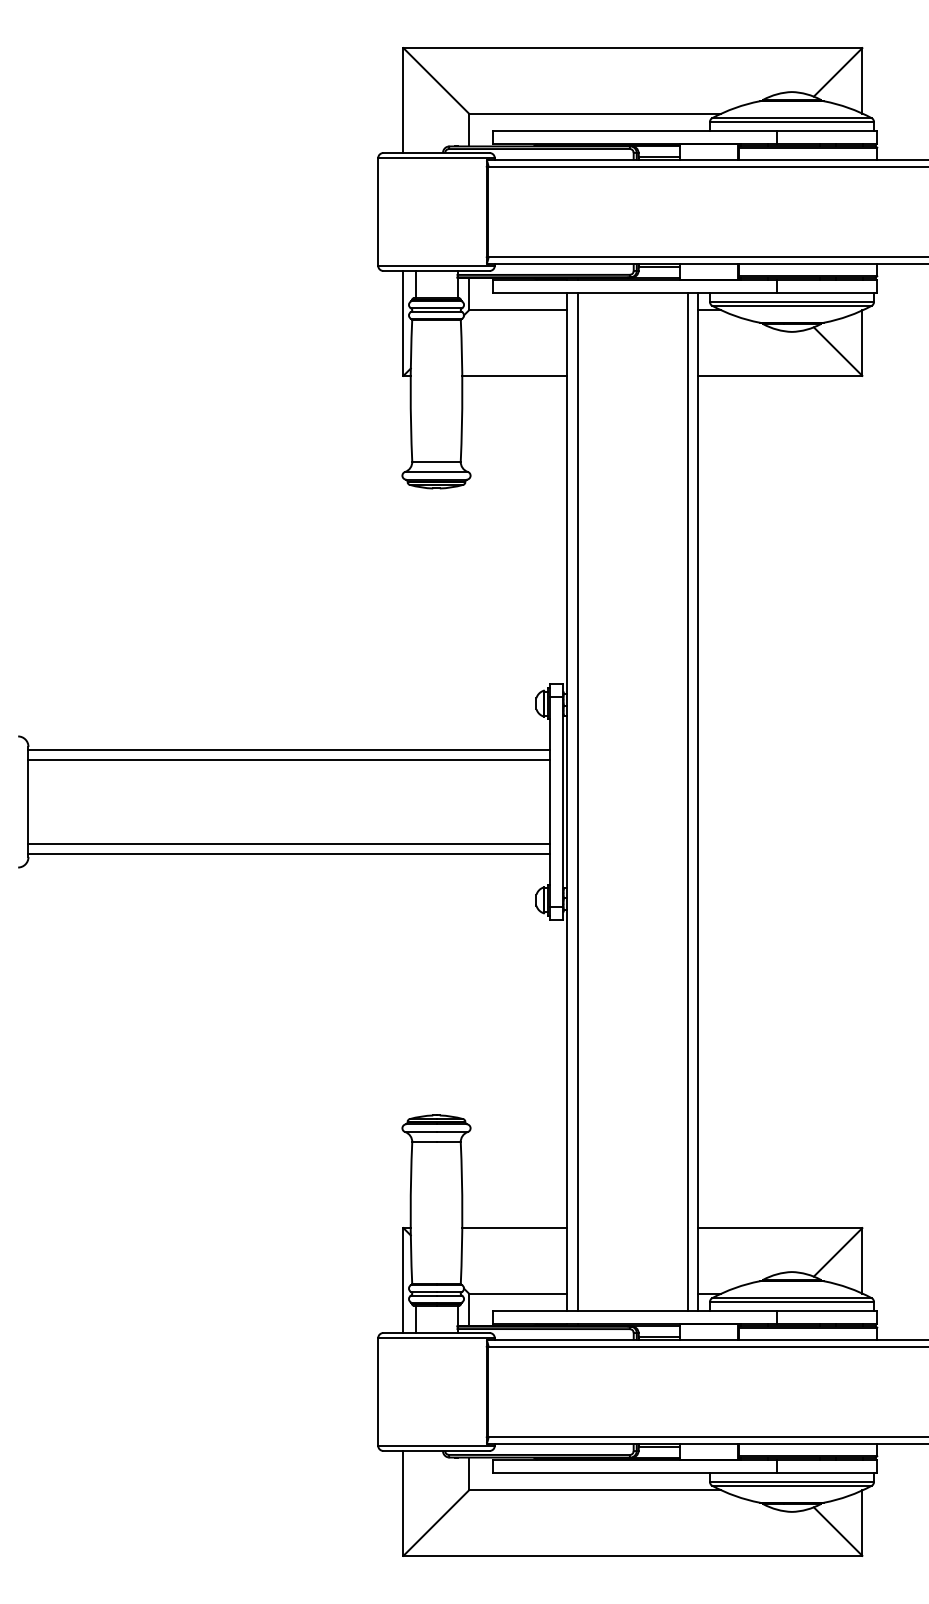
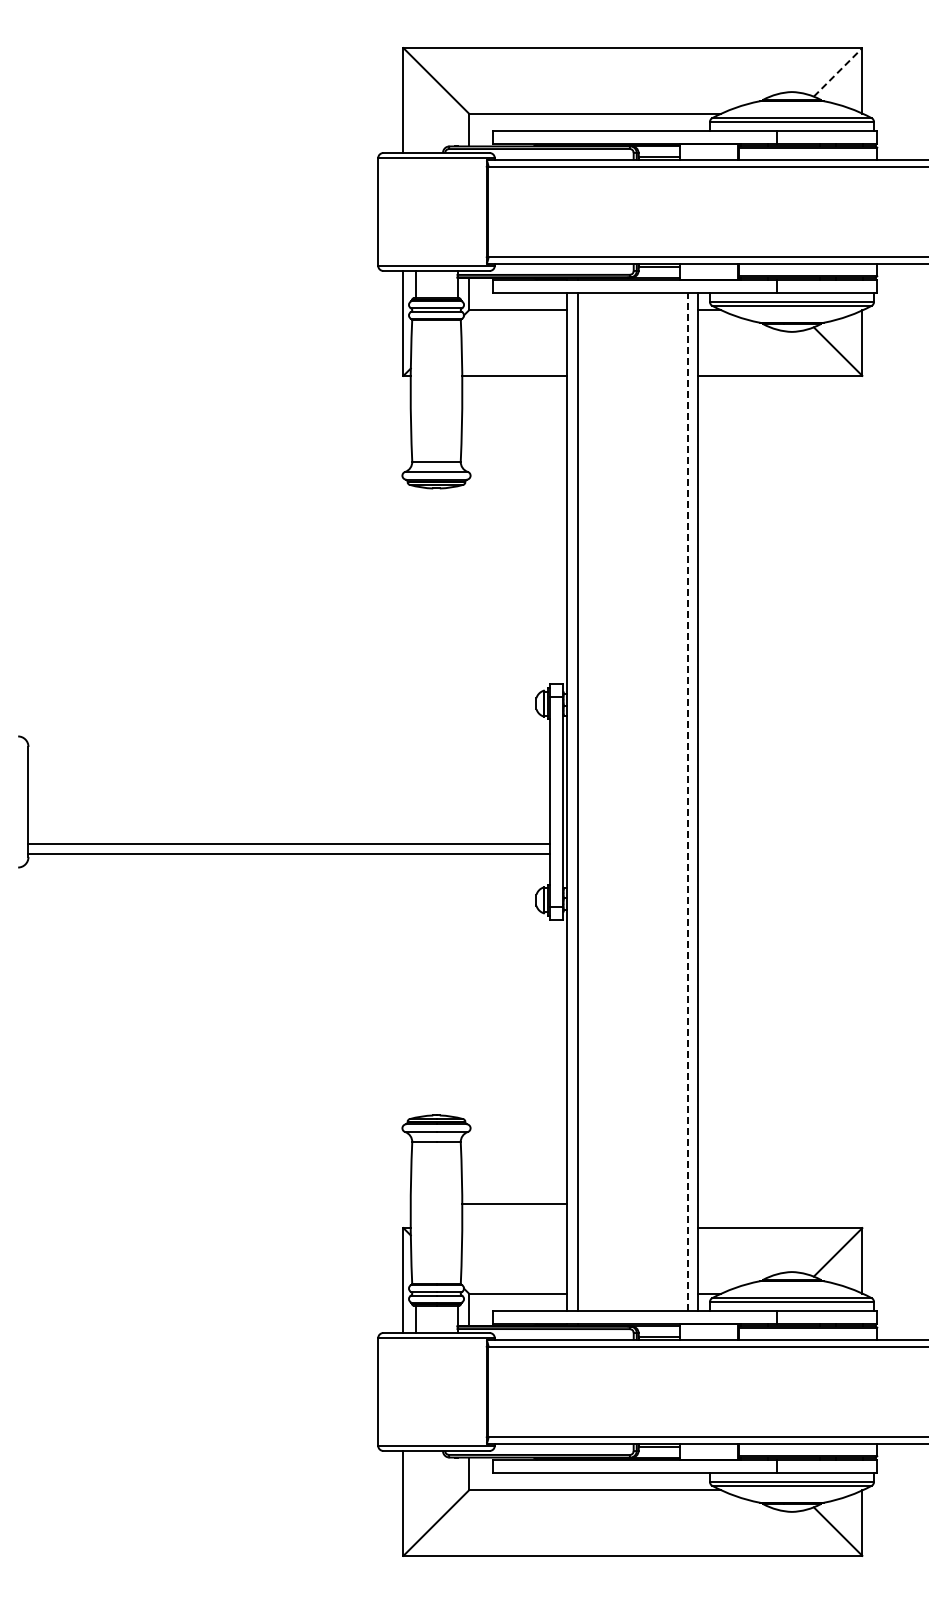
line at (838, 72): solid -> dashed
line at (289, 749): present -> none
line at (289, 760): present -> none
line at (687, 801): solid -> dashed
line at (514, 1228) position: (514, 1228) -> (514, 1204)
